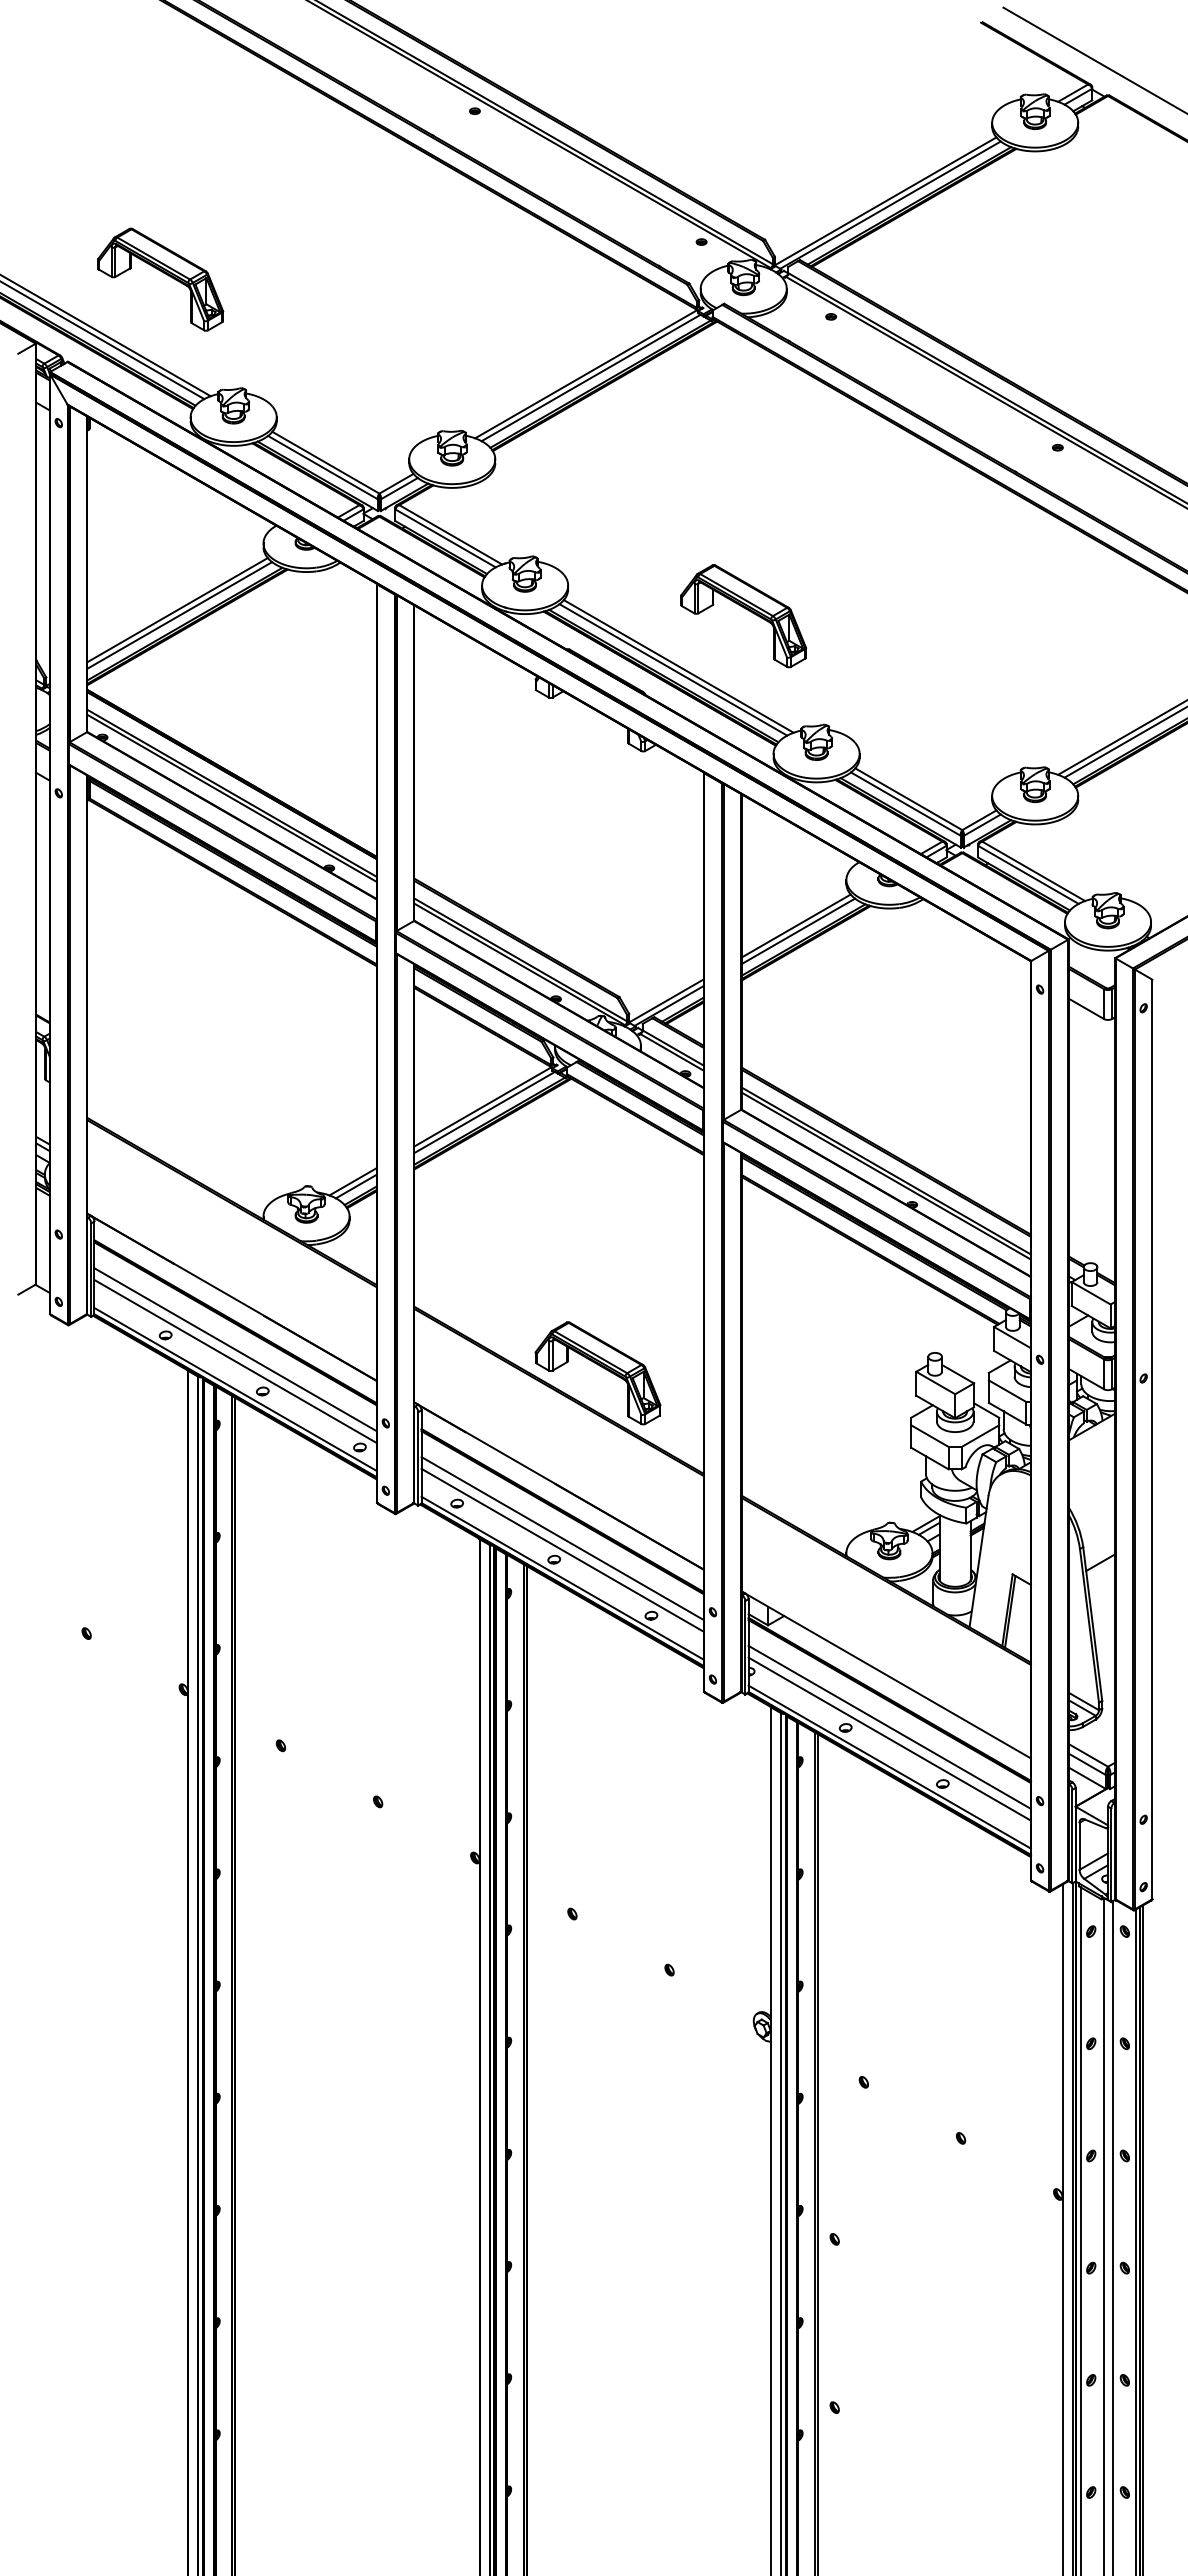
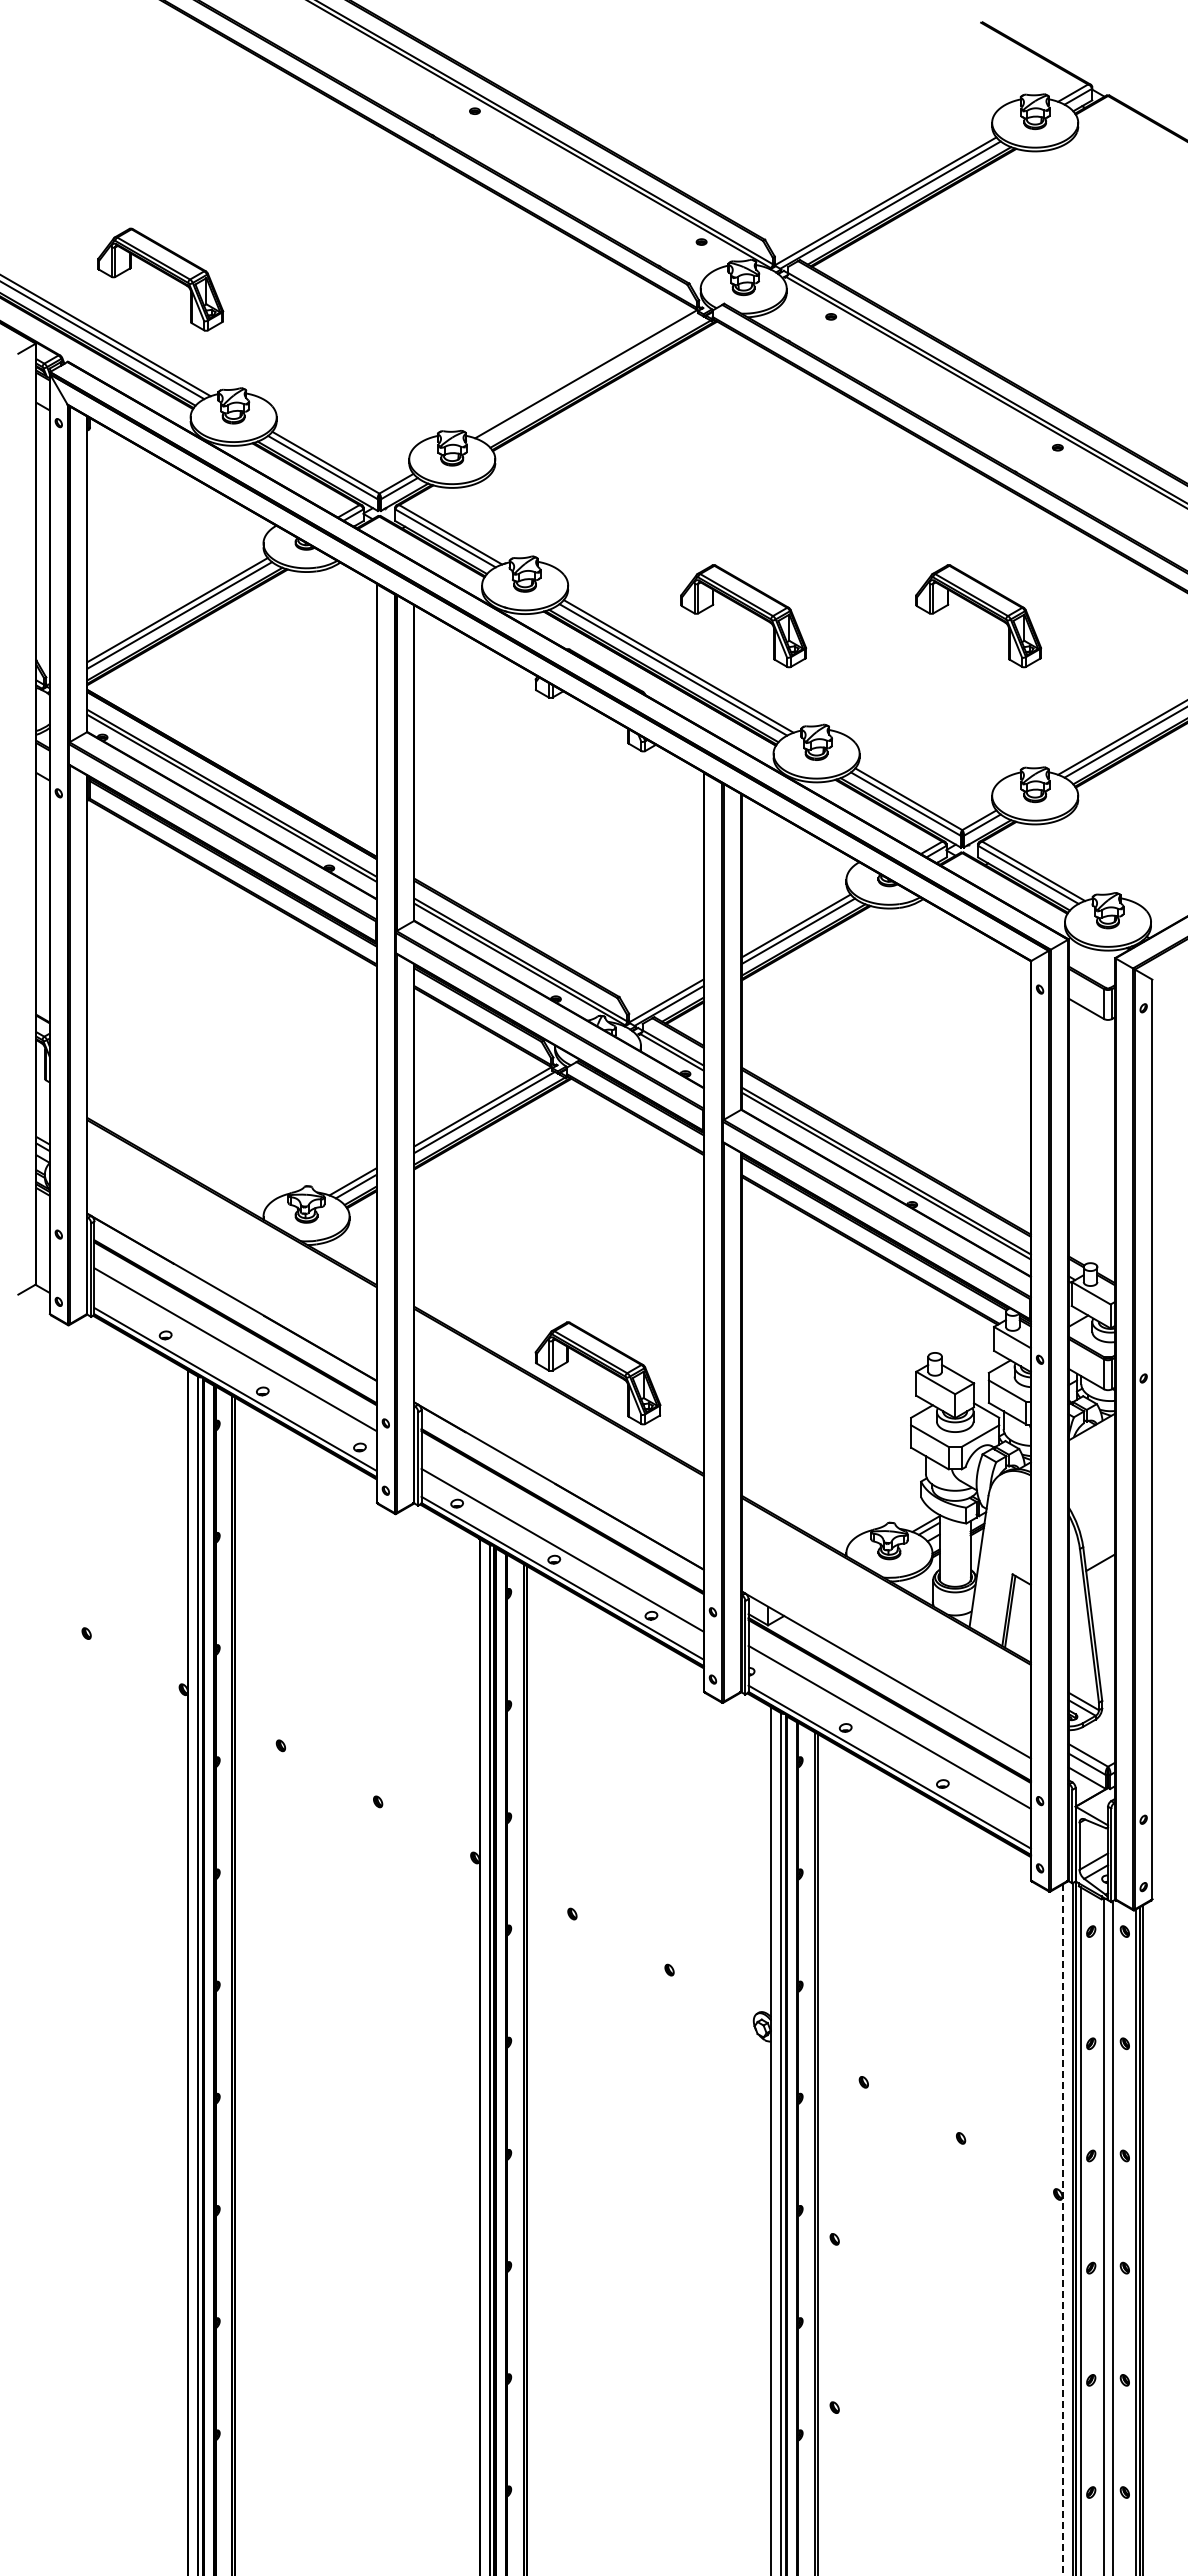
line at (1093, 59): present -> none
line at (590, 377): present -> none
part at (982, 610): none -> present
line at (235, 1361): present -> none
line at (562, 1538): present -> none
line at (889, 1738): present -> none
line at (1062, 2230): solid -> dashed
